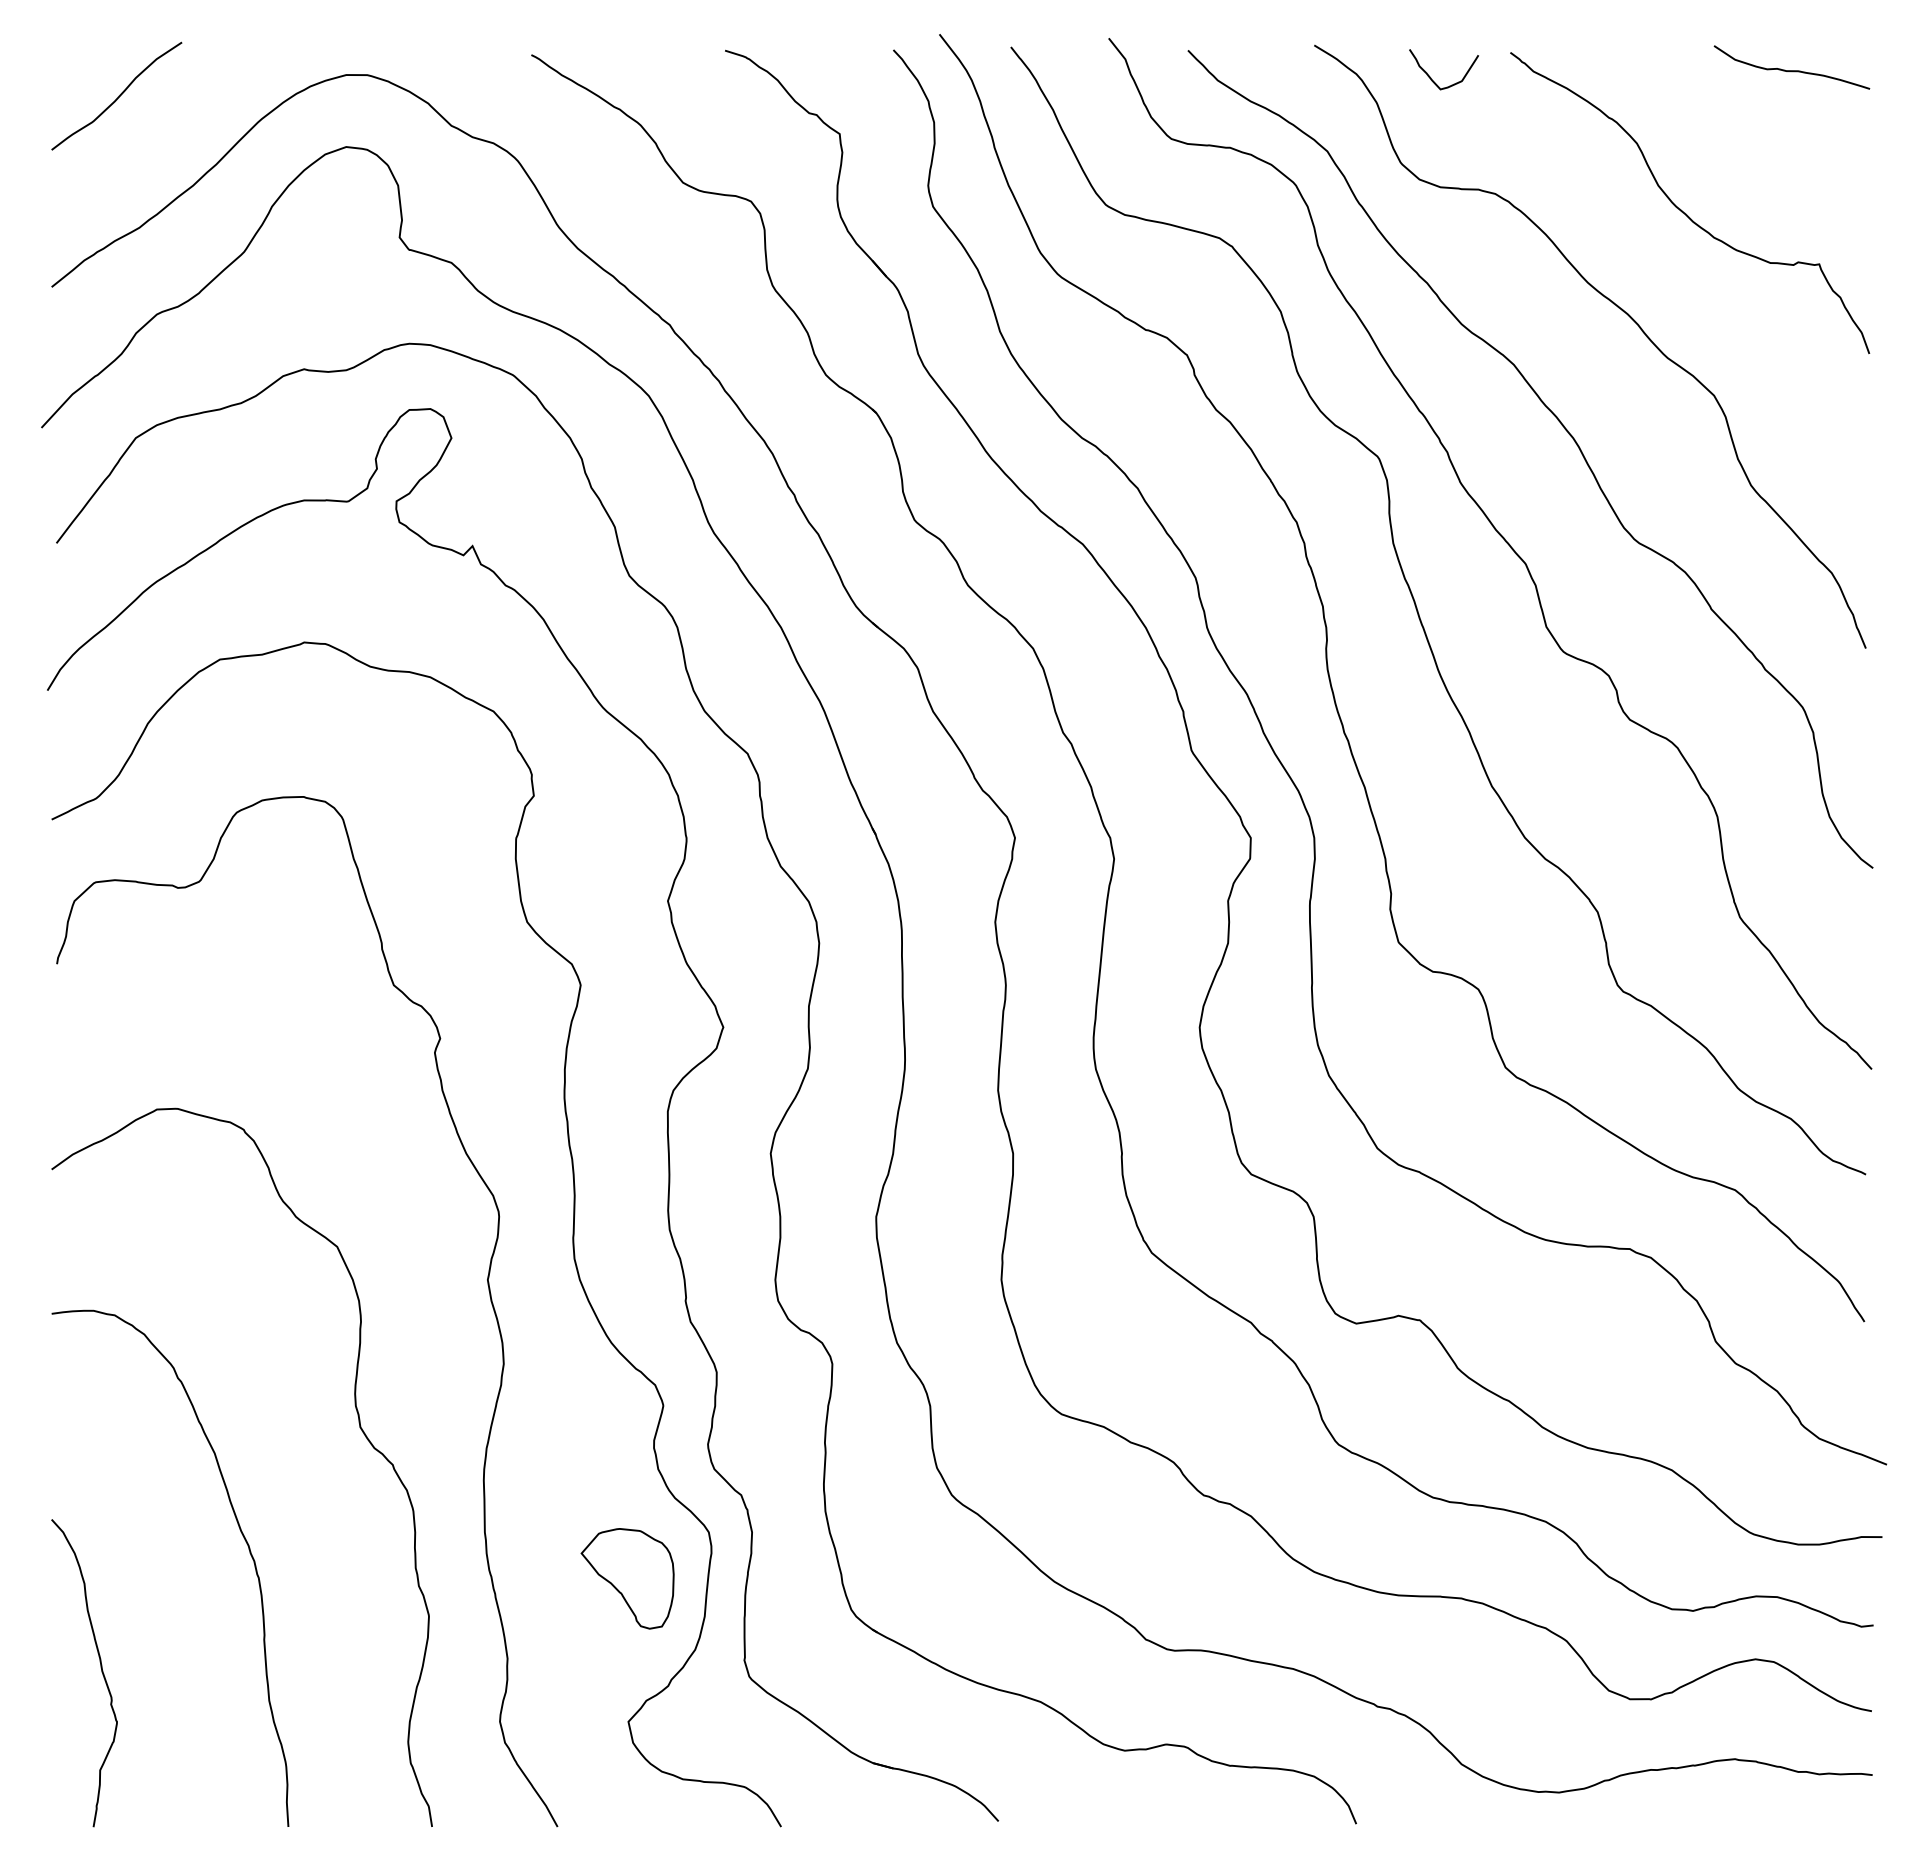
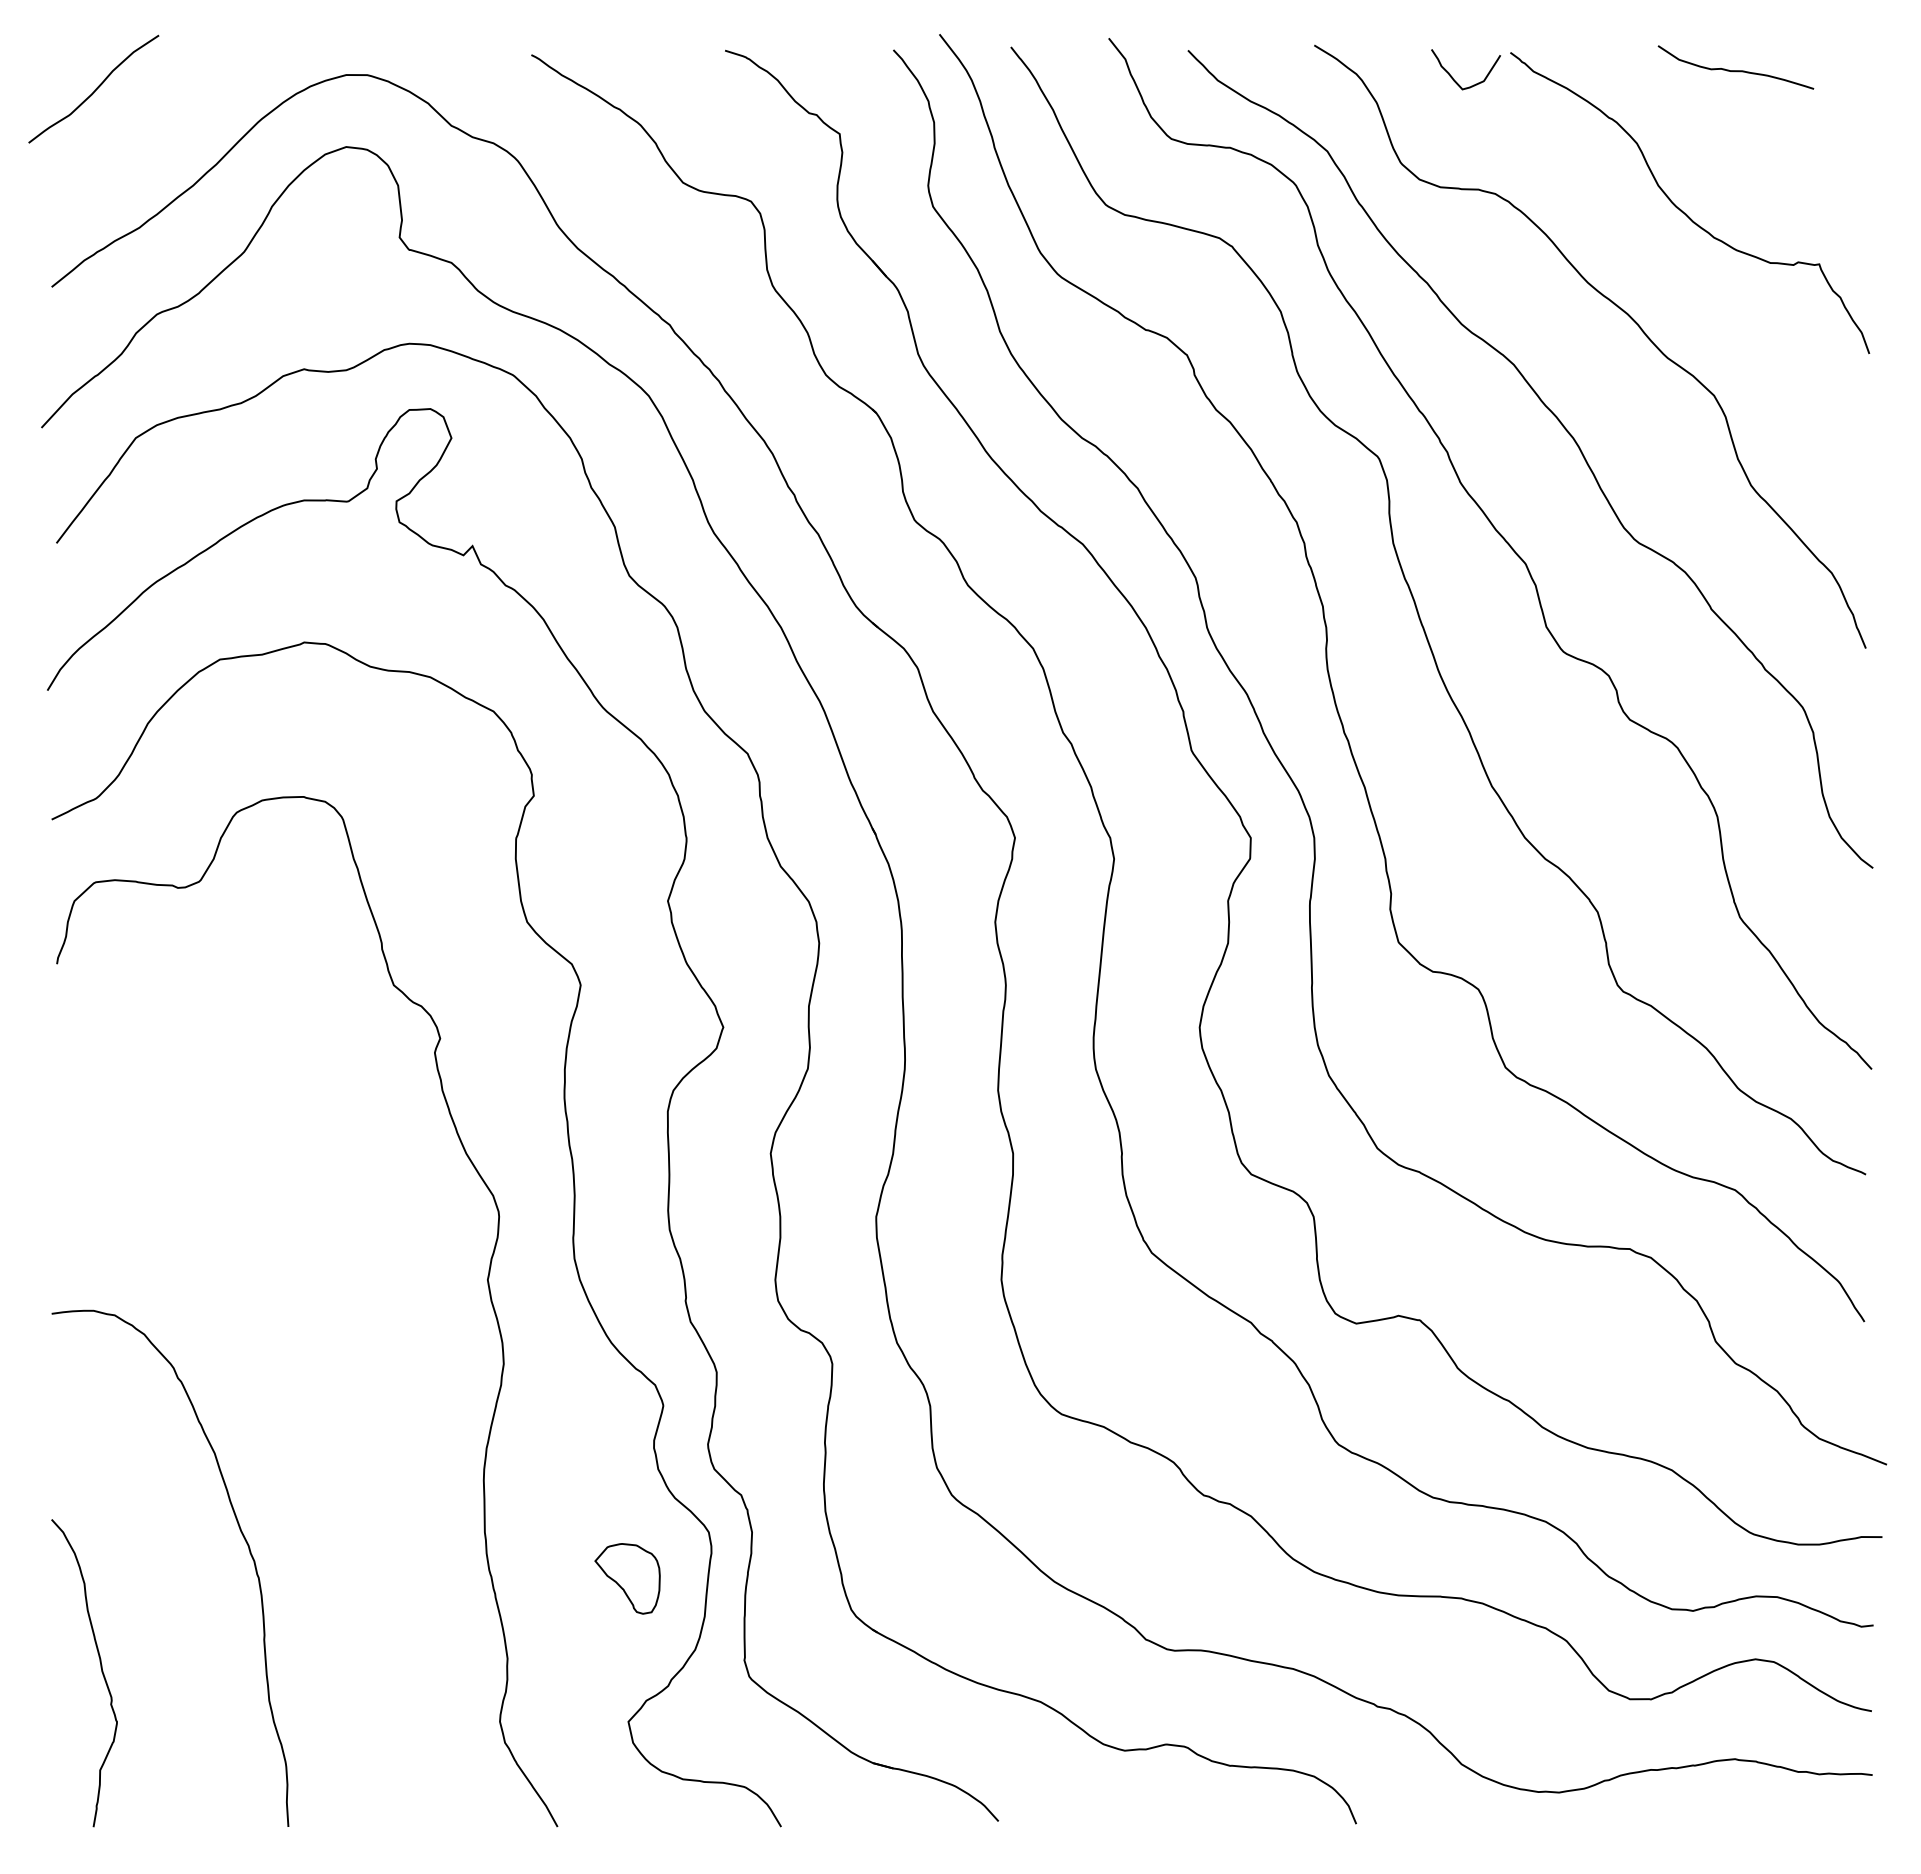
curve at (1791, 70) position: (1791, 70) -> (1735, 70)
curve at (1431, 77) position: (1431, 77) -> (1453, 77)
curve at (118, 96) position: (118, 96) -> (95, 89)
curve at (359, 1427): present -> none
part at (627, 1578) size: 95x102 px -> 67x72 px
